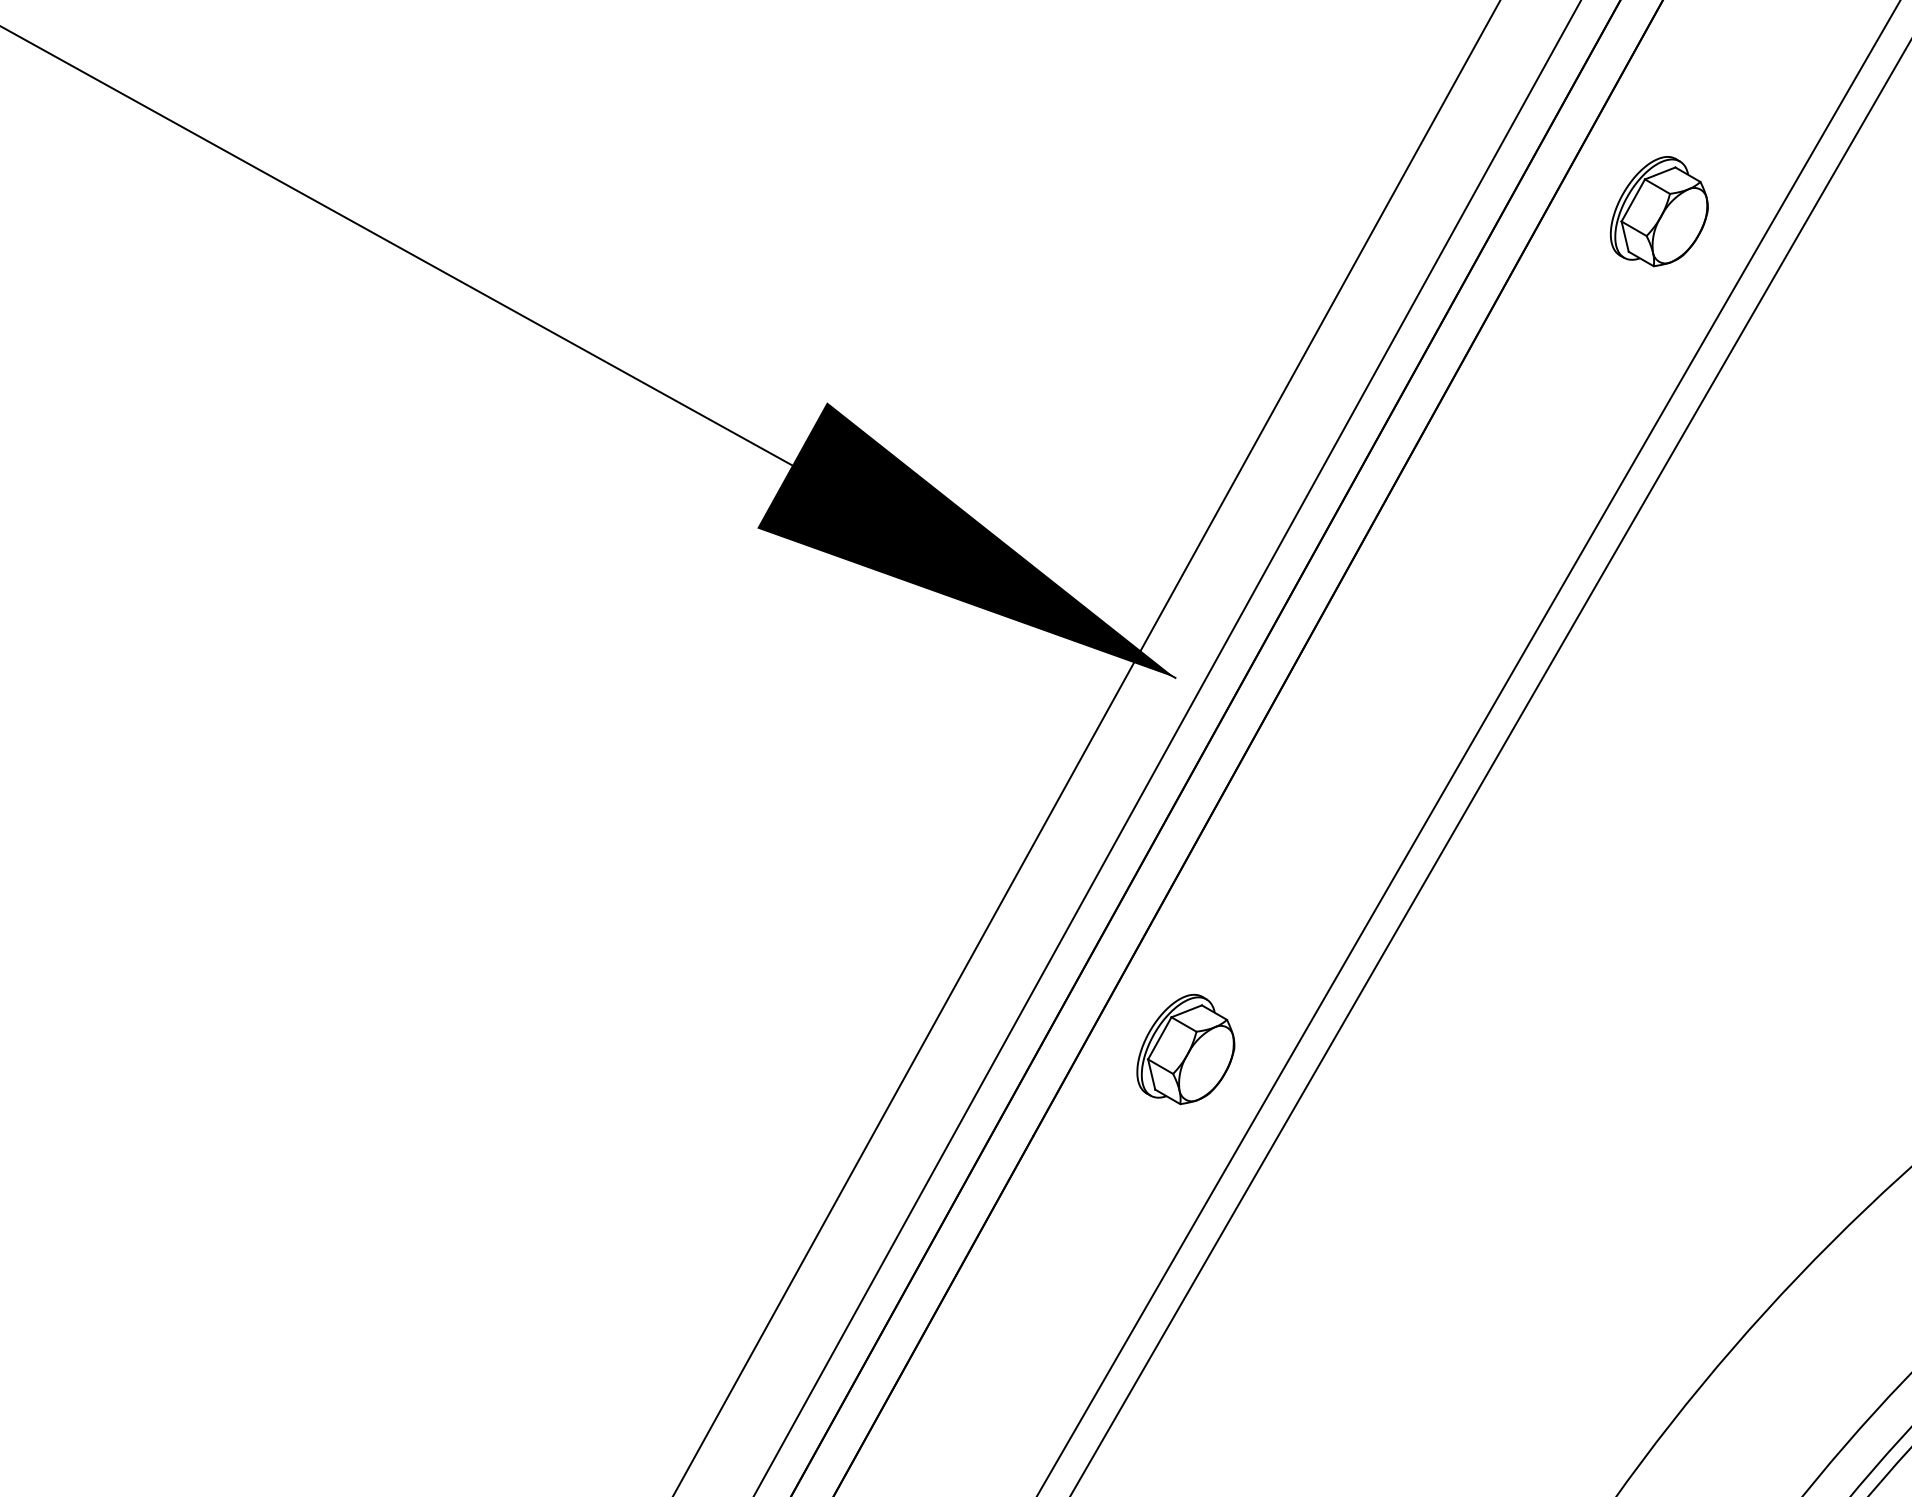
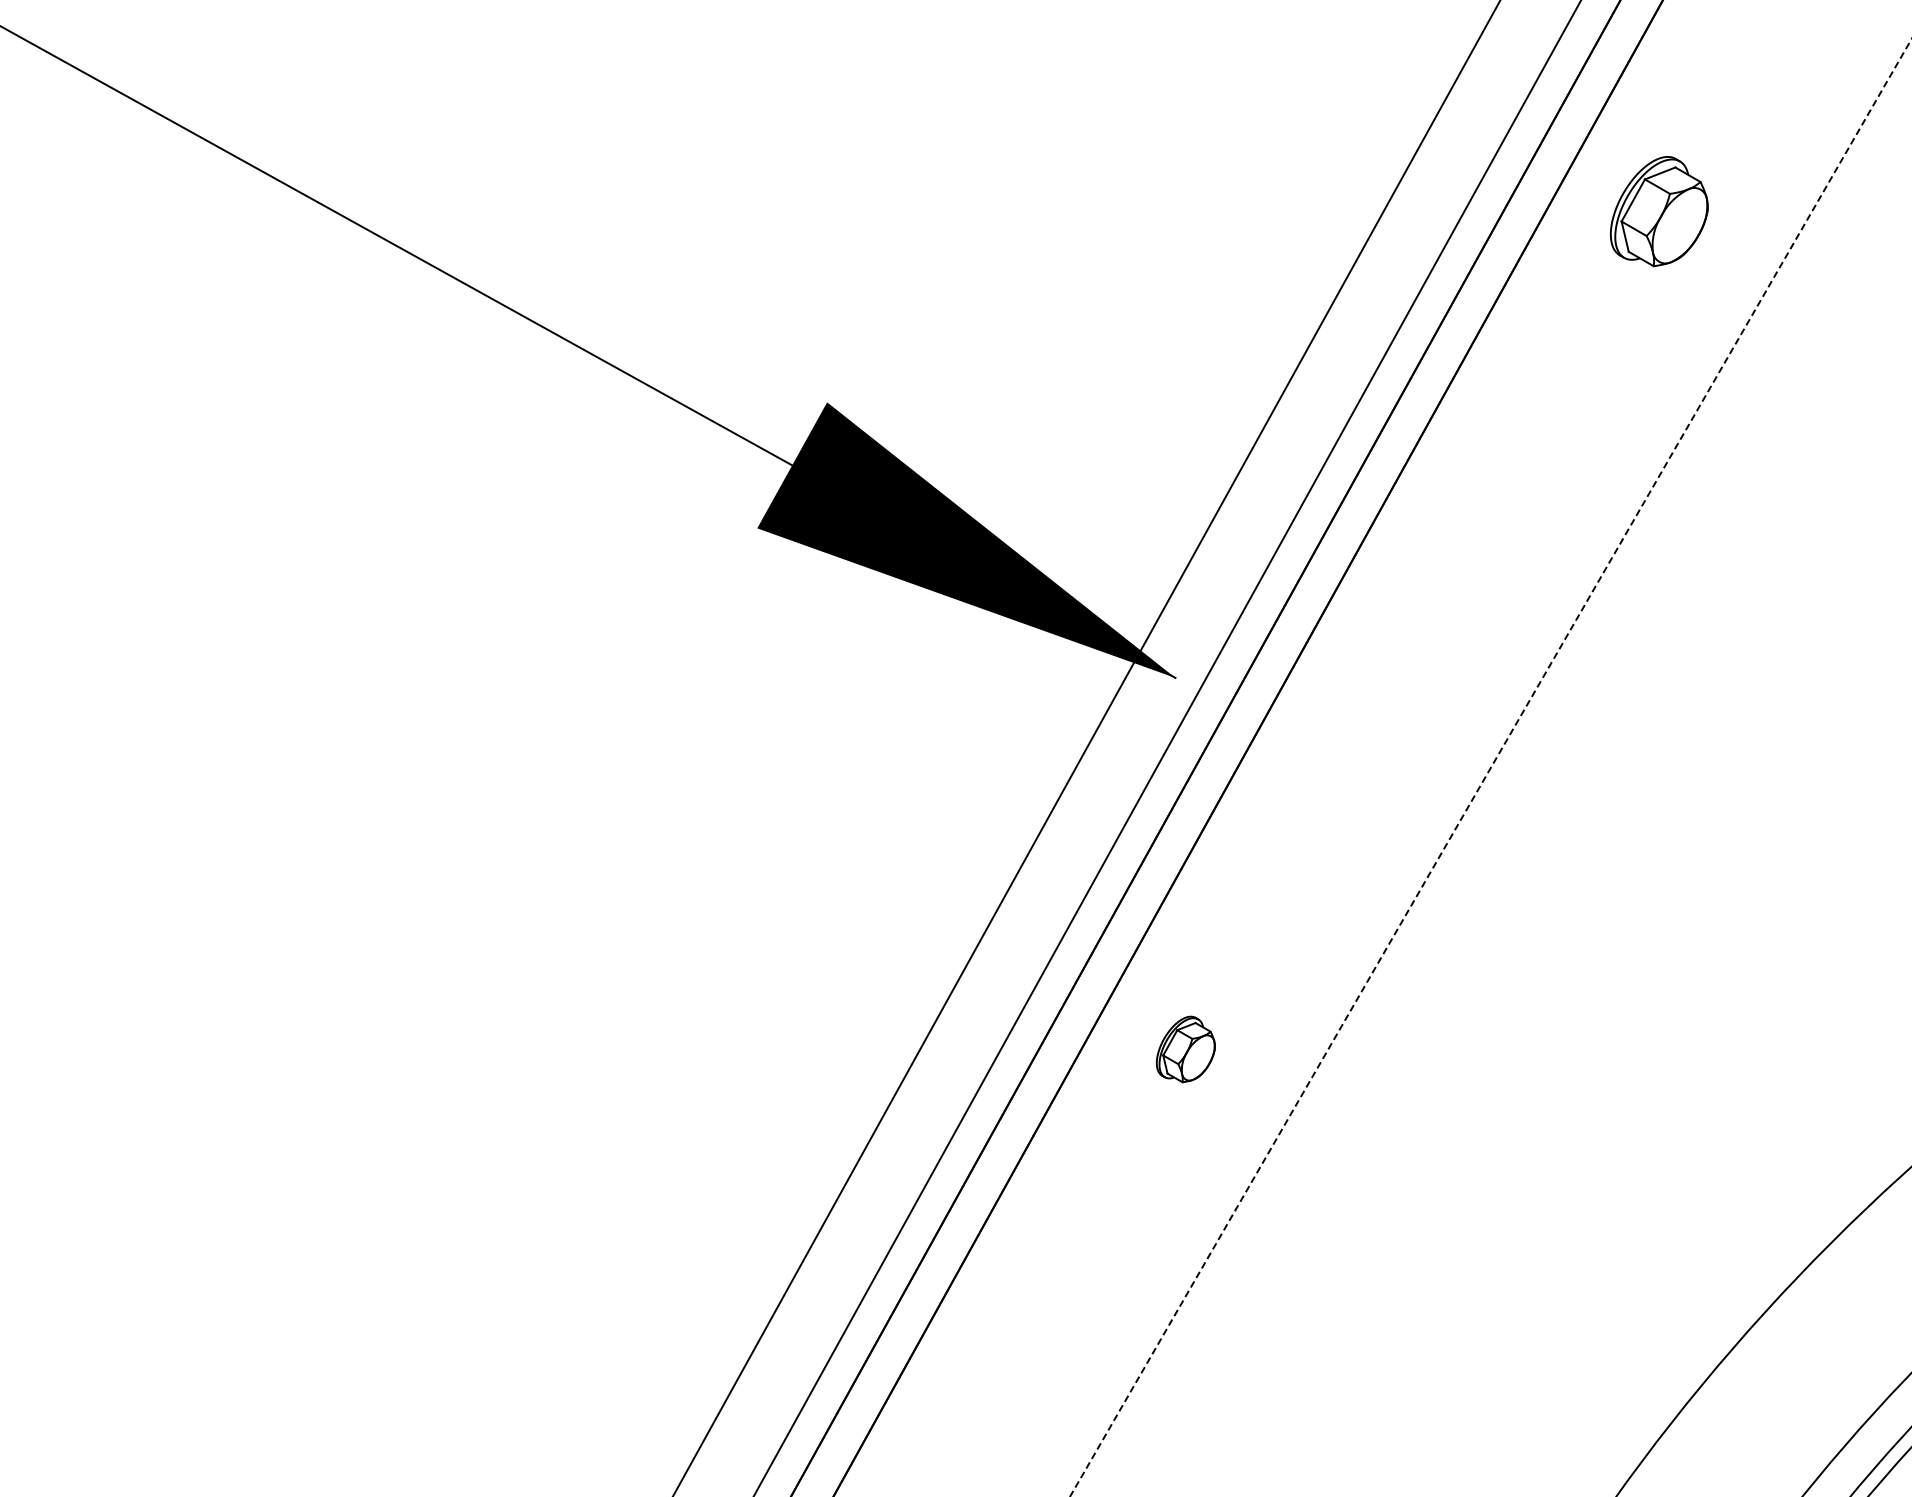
line at (1468, 747): present -> none
line at (1490, 767): solid -> dashed
part at (1185, 1049) size: 100x113 px -> 61x69 px
